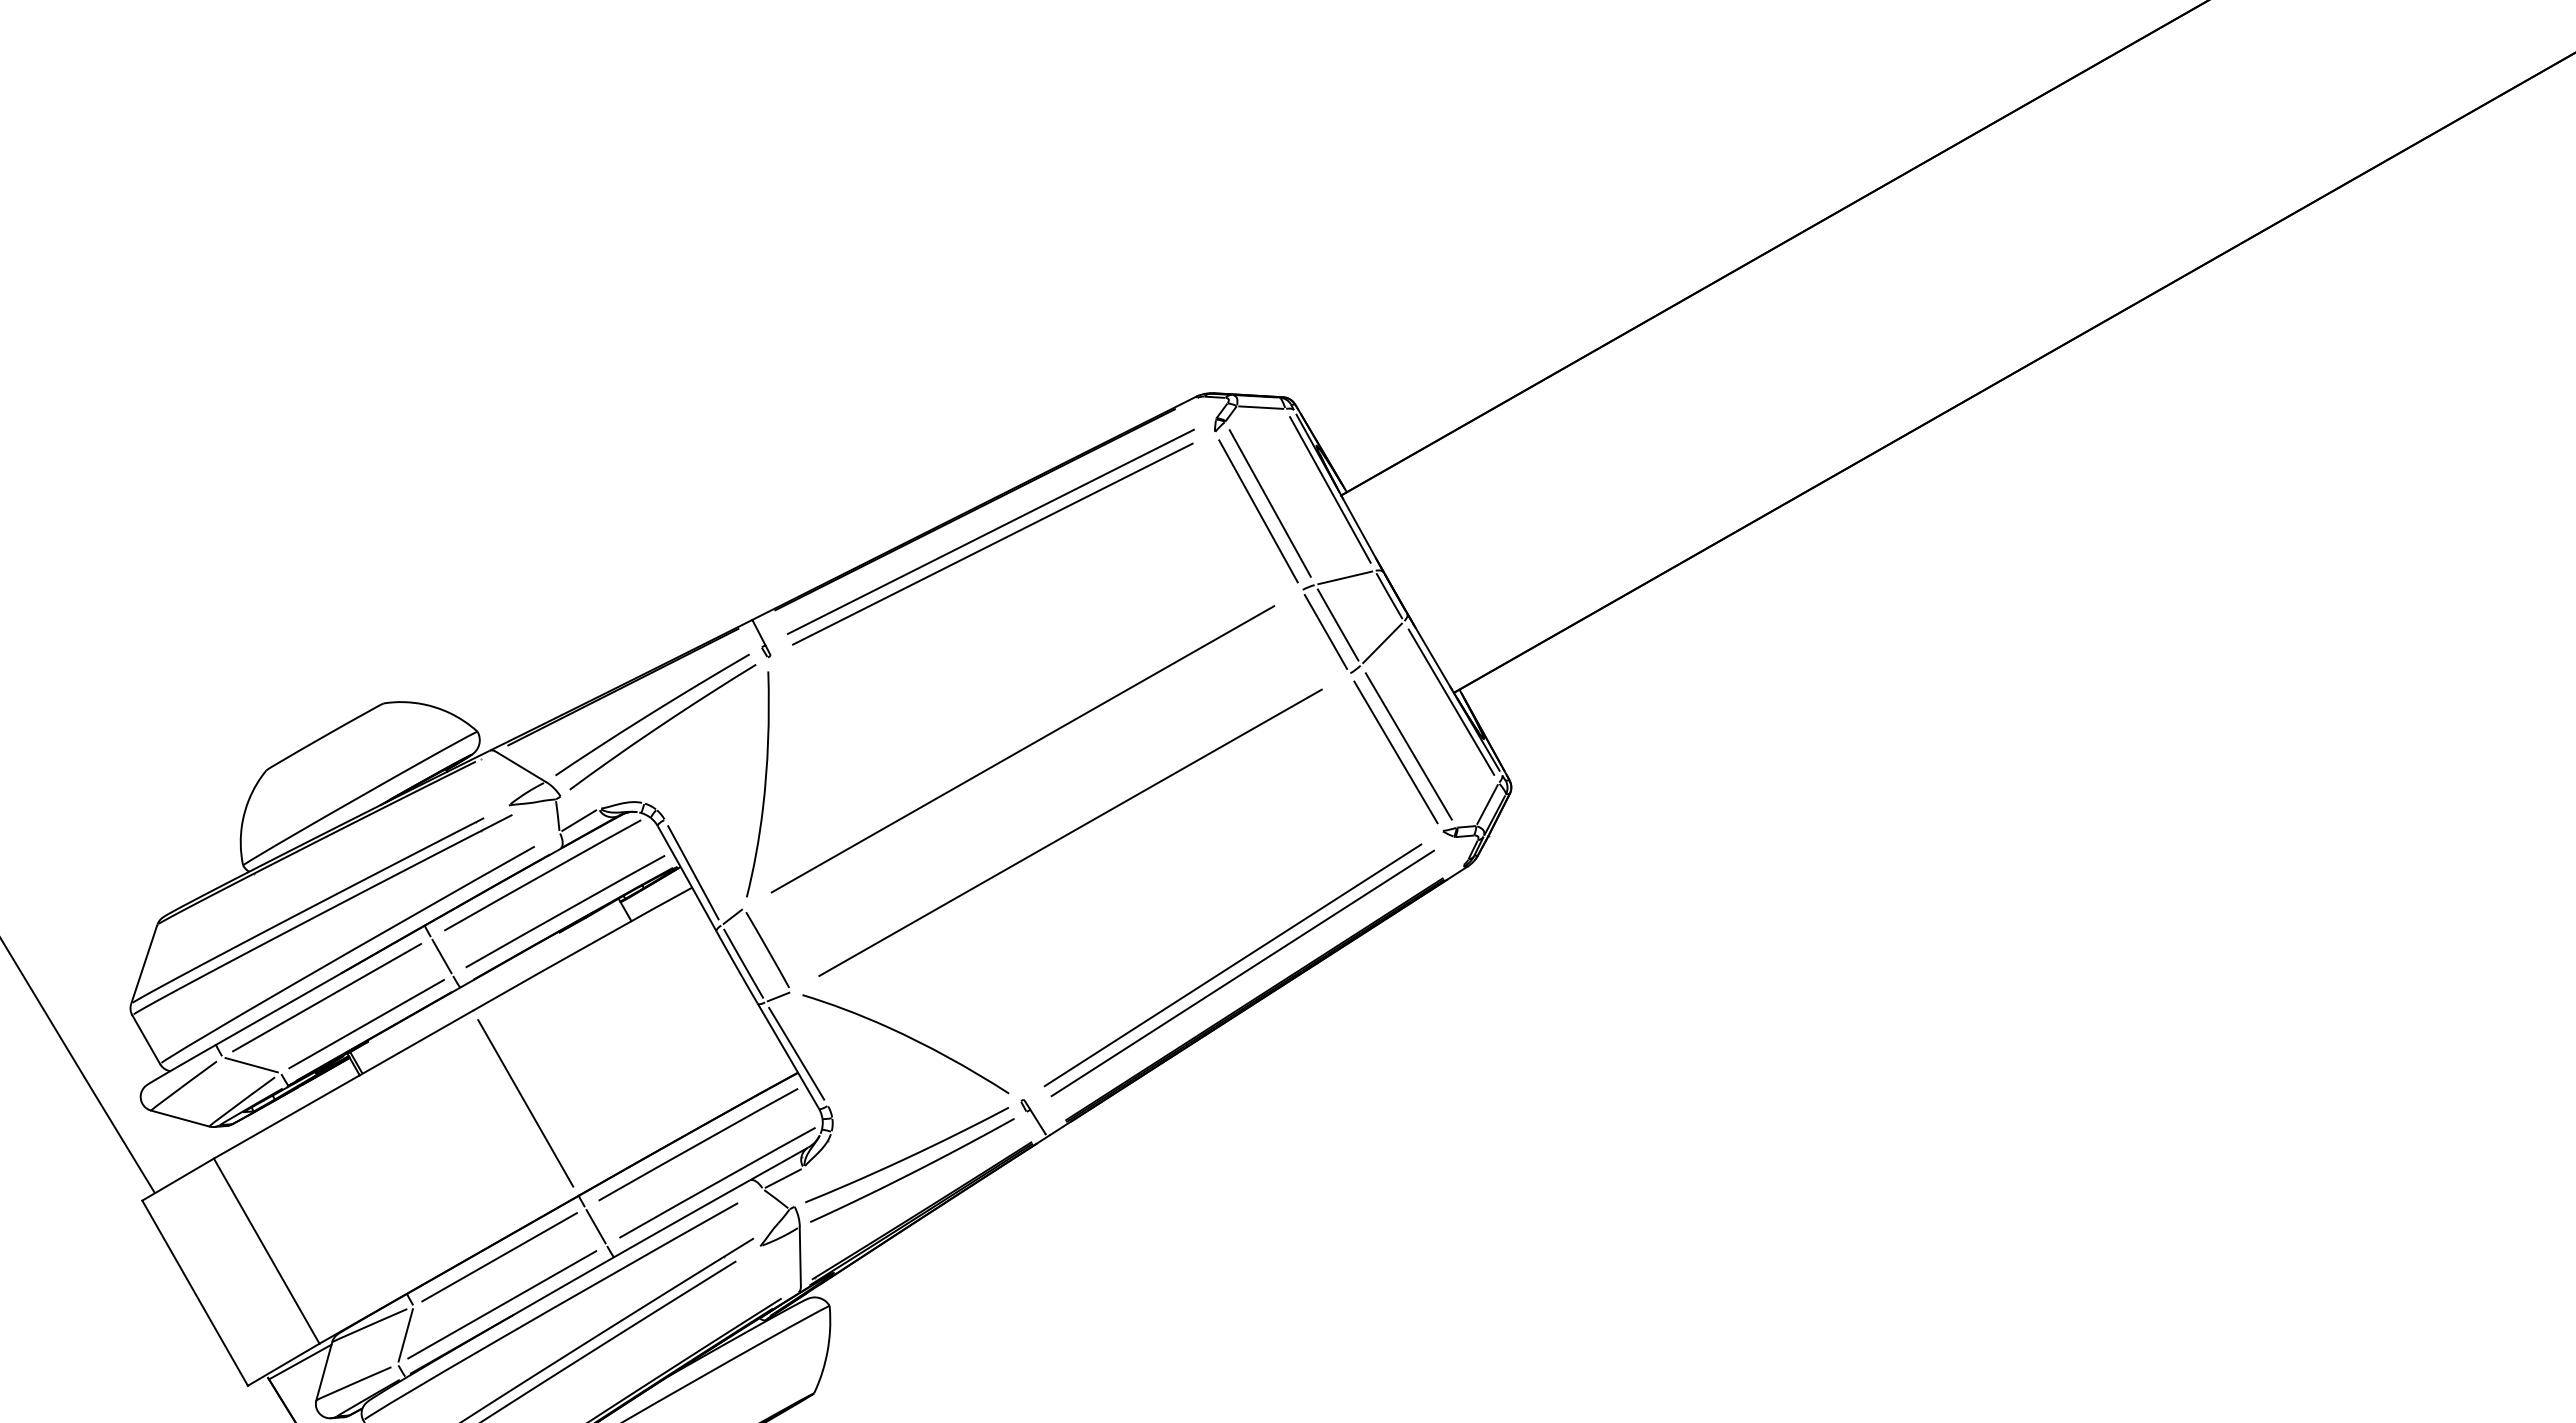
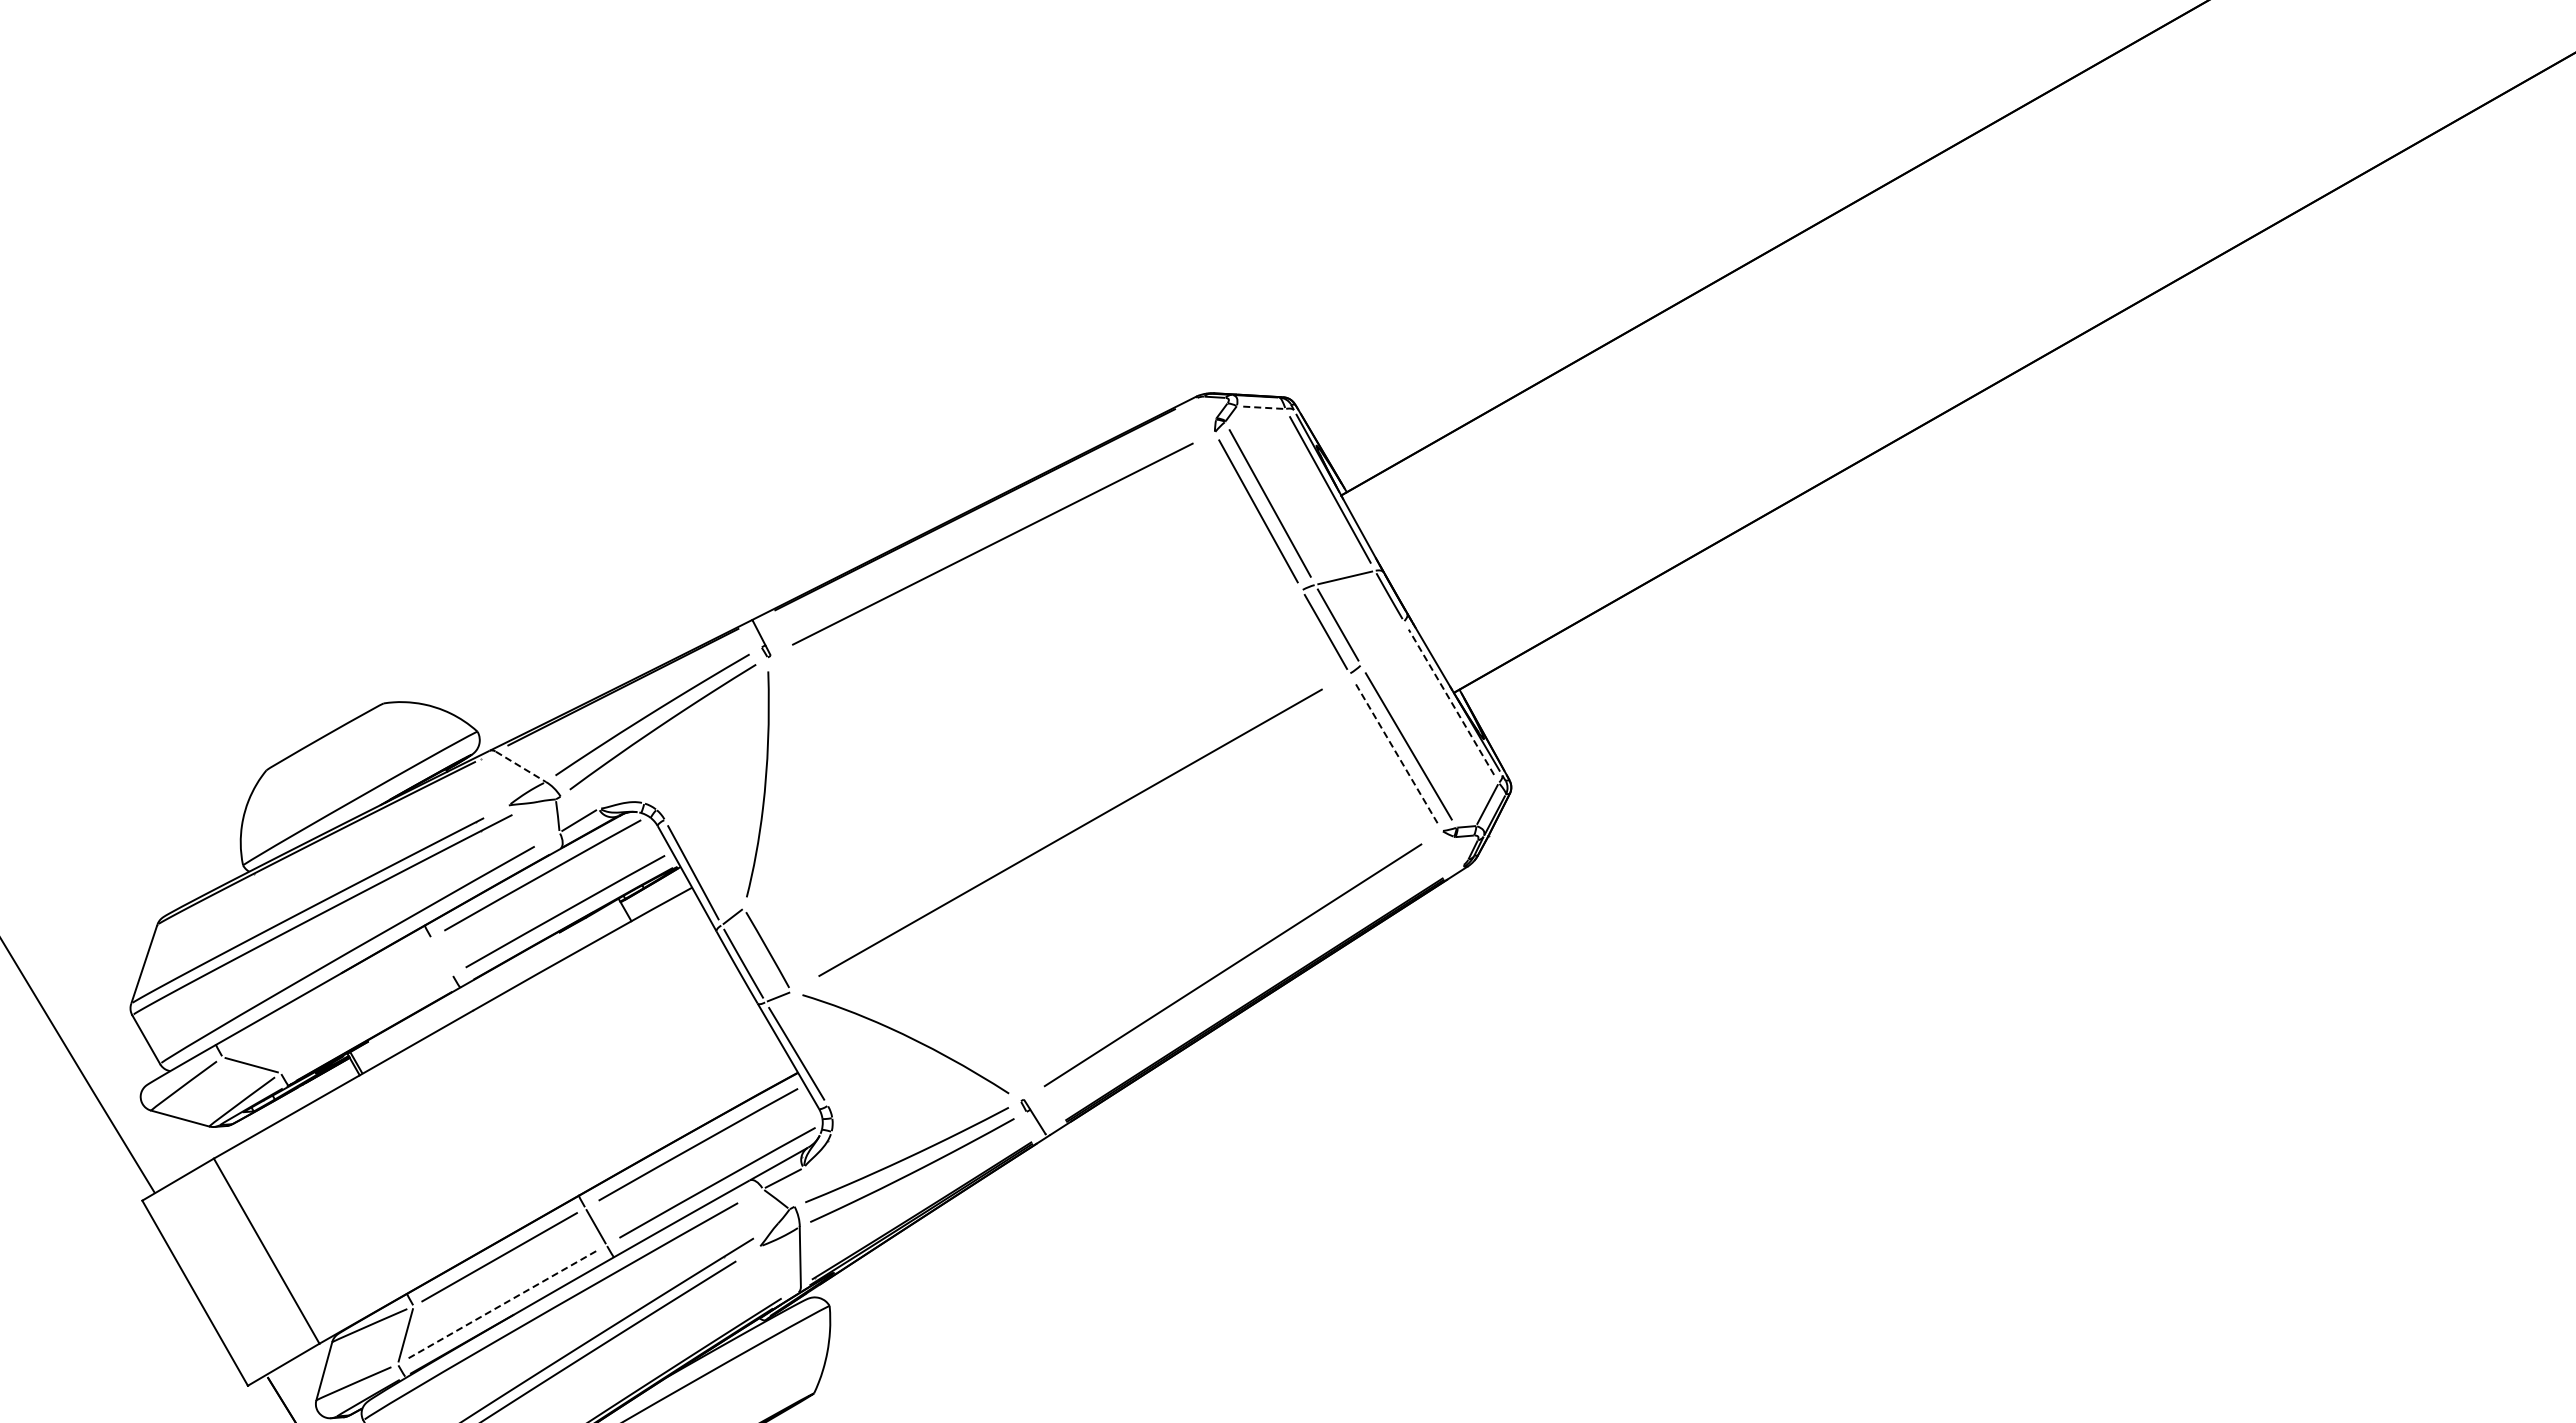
line at (1260, 407): solid -> dashed
line at (990, 531): present -> none
line at (1382, 643): present -> none
line at (1451, 701): solid -> dashed
line at (1022, 749): present -> none
line at (1395, 751): solid -> dashed
line at (521, 767): solid -> dashed
line at (441, 956): present -> none
line at (1242, 973): present -> none
line at (327, 997): present -> none
line at (366, 1023): present -> none
line at (525, 1103): present -> none
line at (501, 1305): solid -> dashed
line at (300, 1361): present -> none
